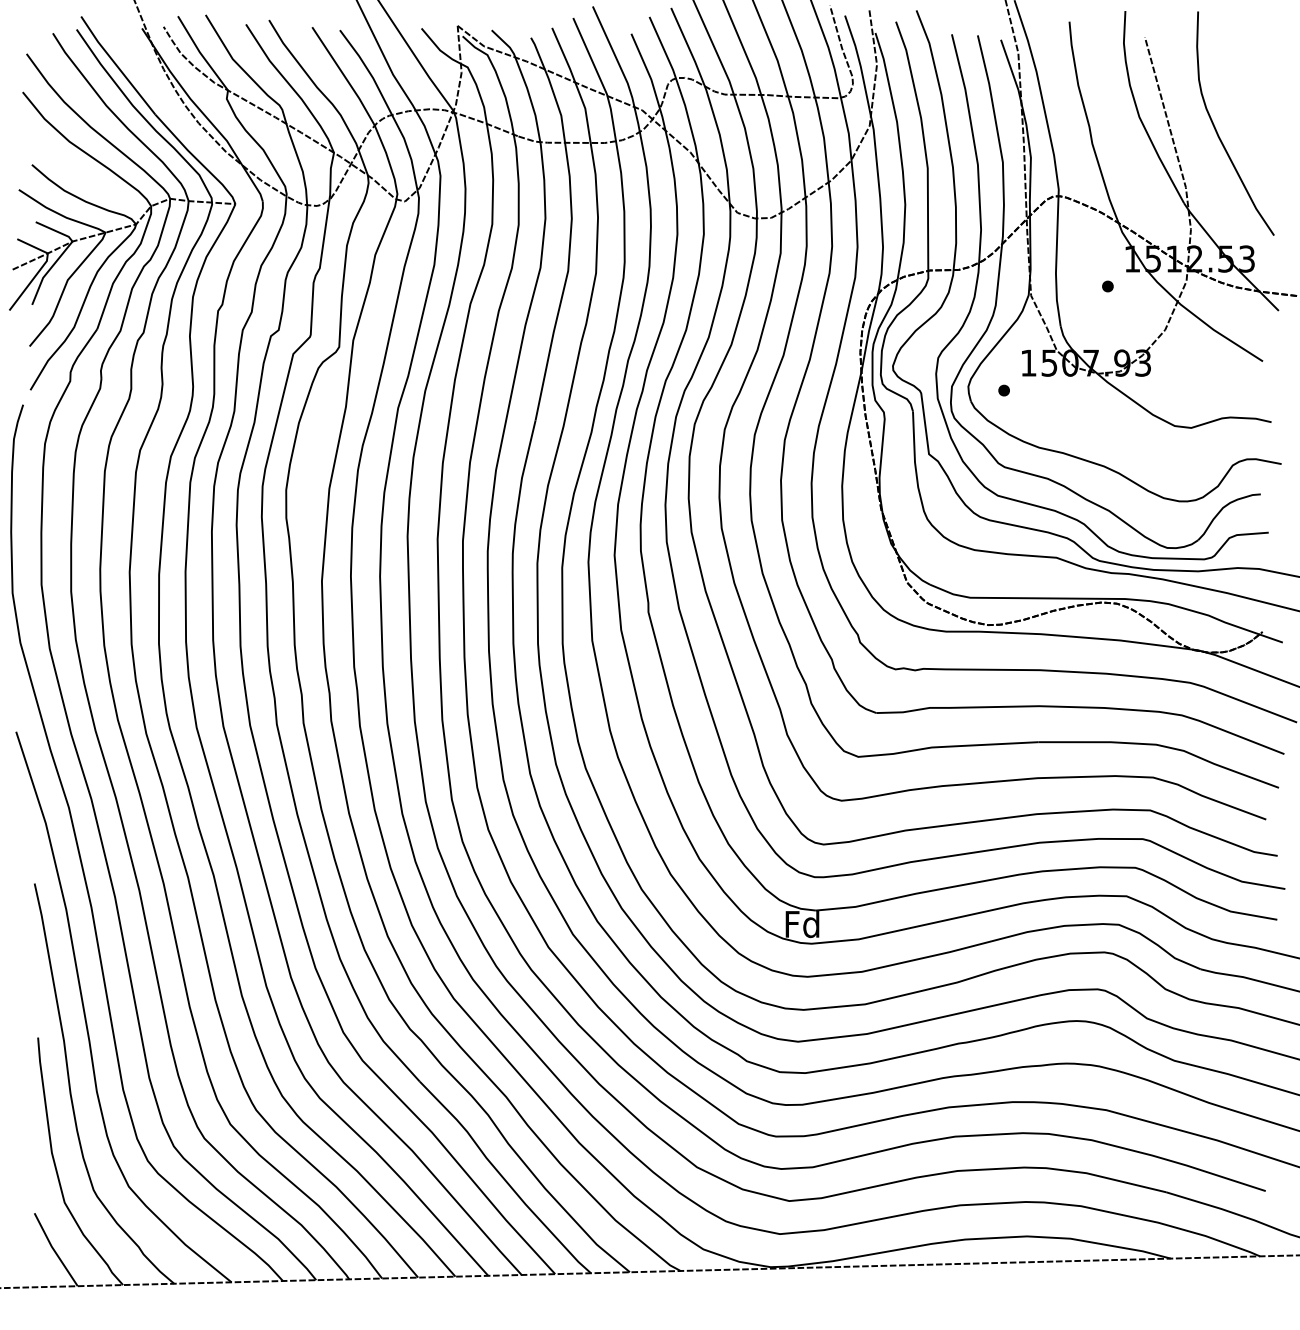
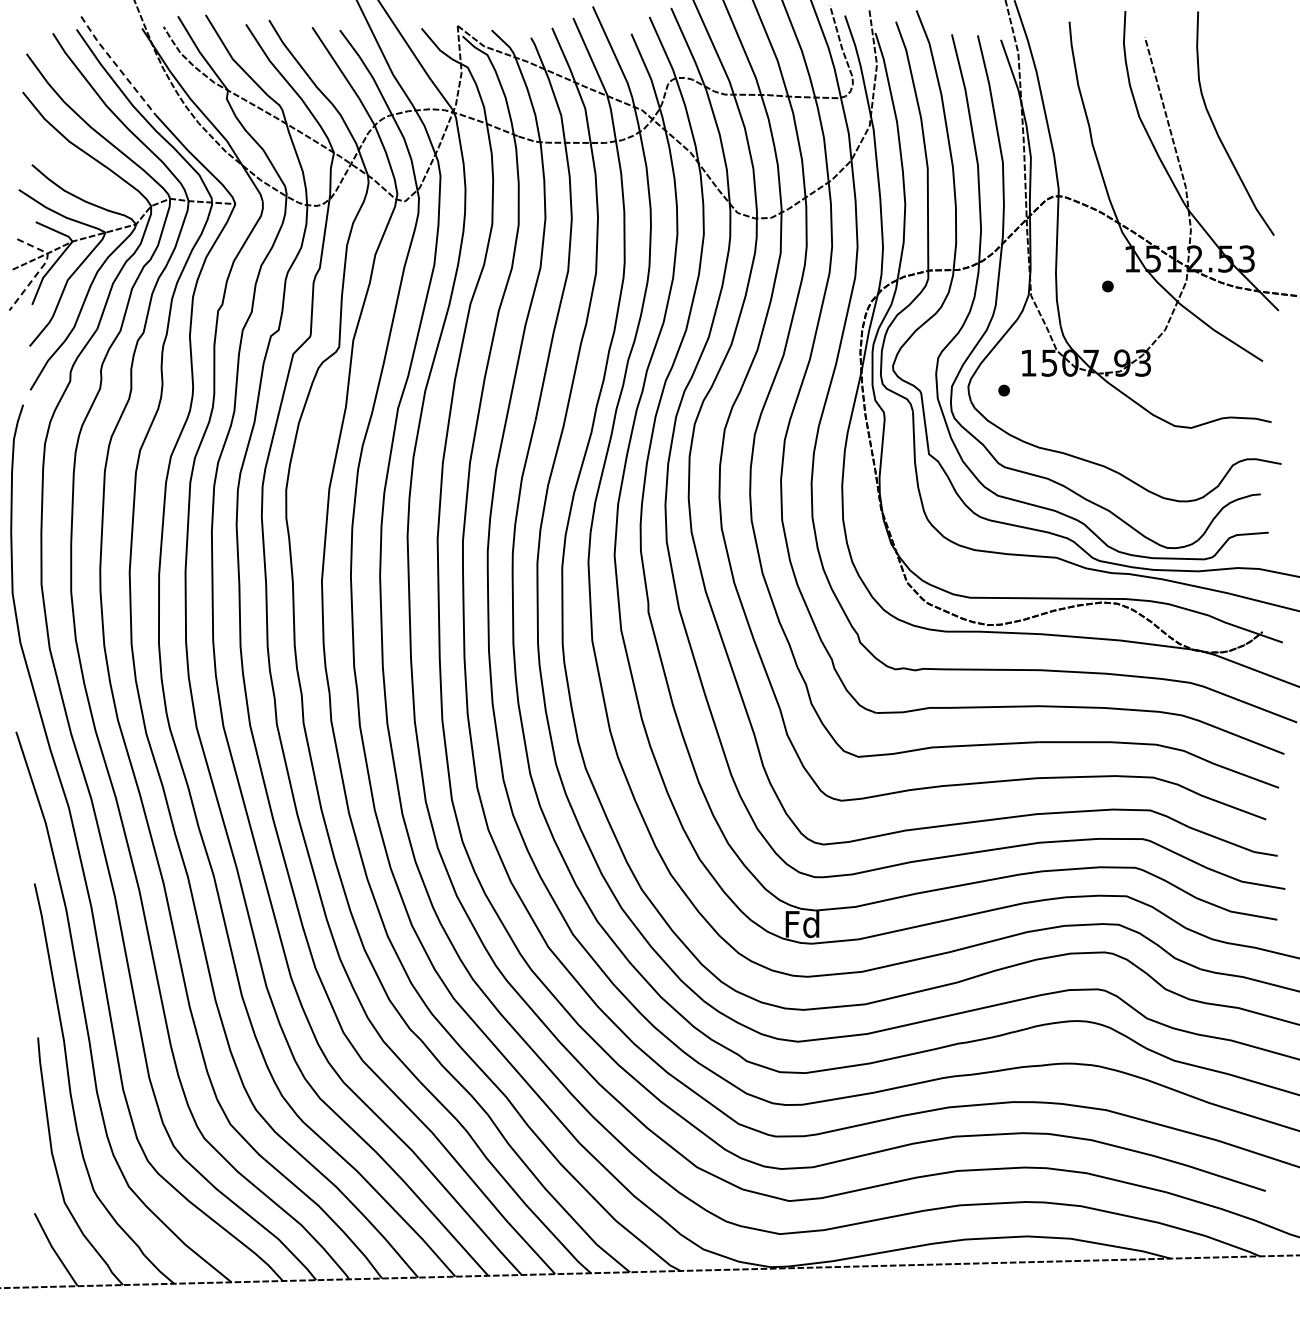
line at (117, 66): solid -> dashed
line at (40, 268): solid -> dashed
